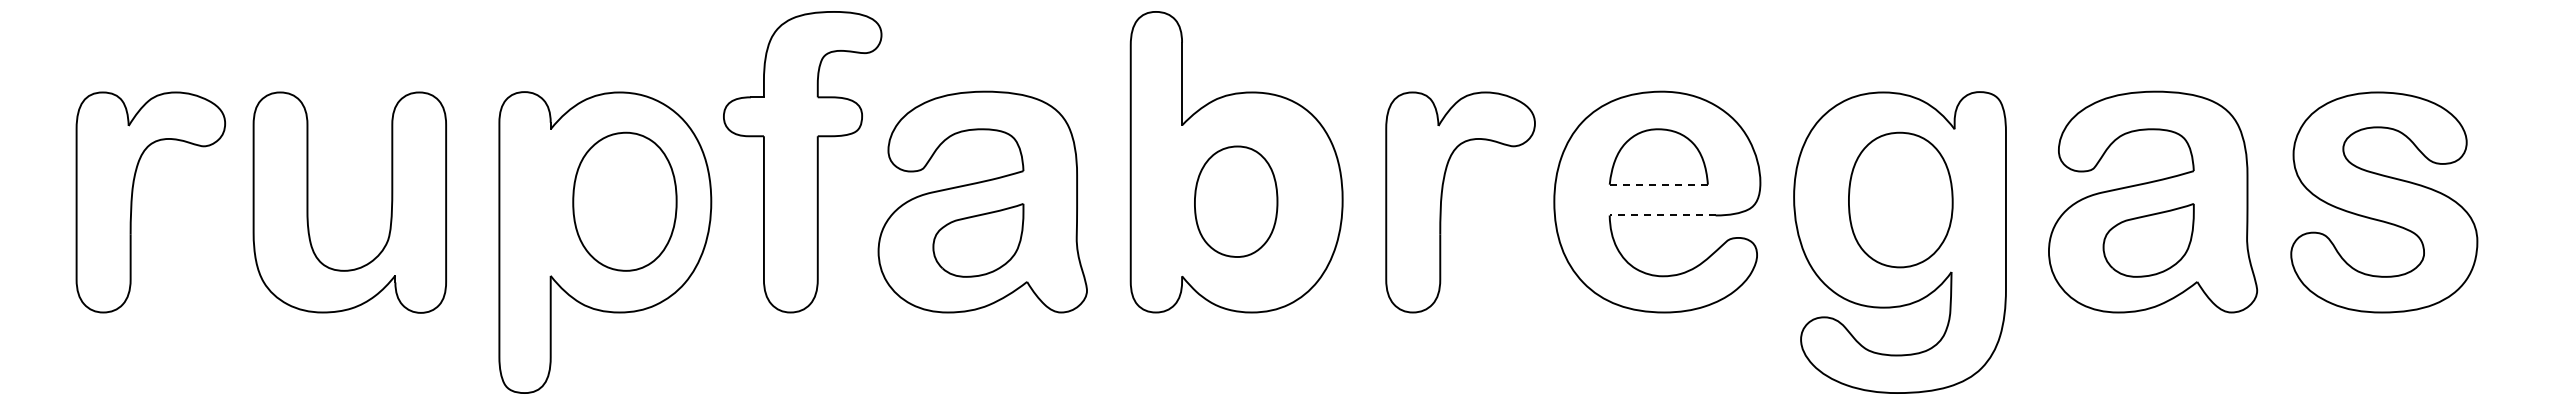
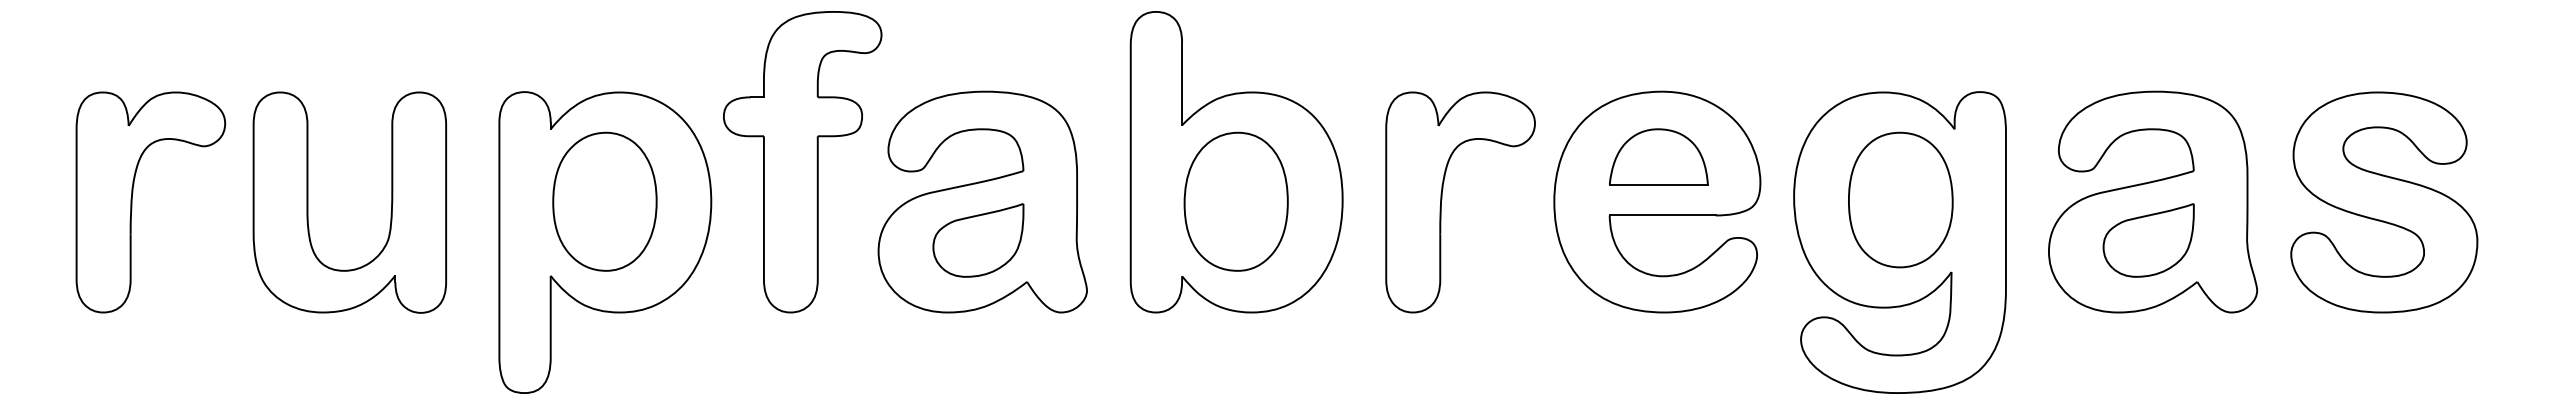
line at (1659, 184): dashed -> solid
part at (624, 201) position: (624, 201) -> (604, 201)
part at (1236, 201) size: 85x113 px -> 106x141 px
line at (1662, 215): dashed -> solid
